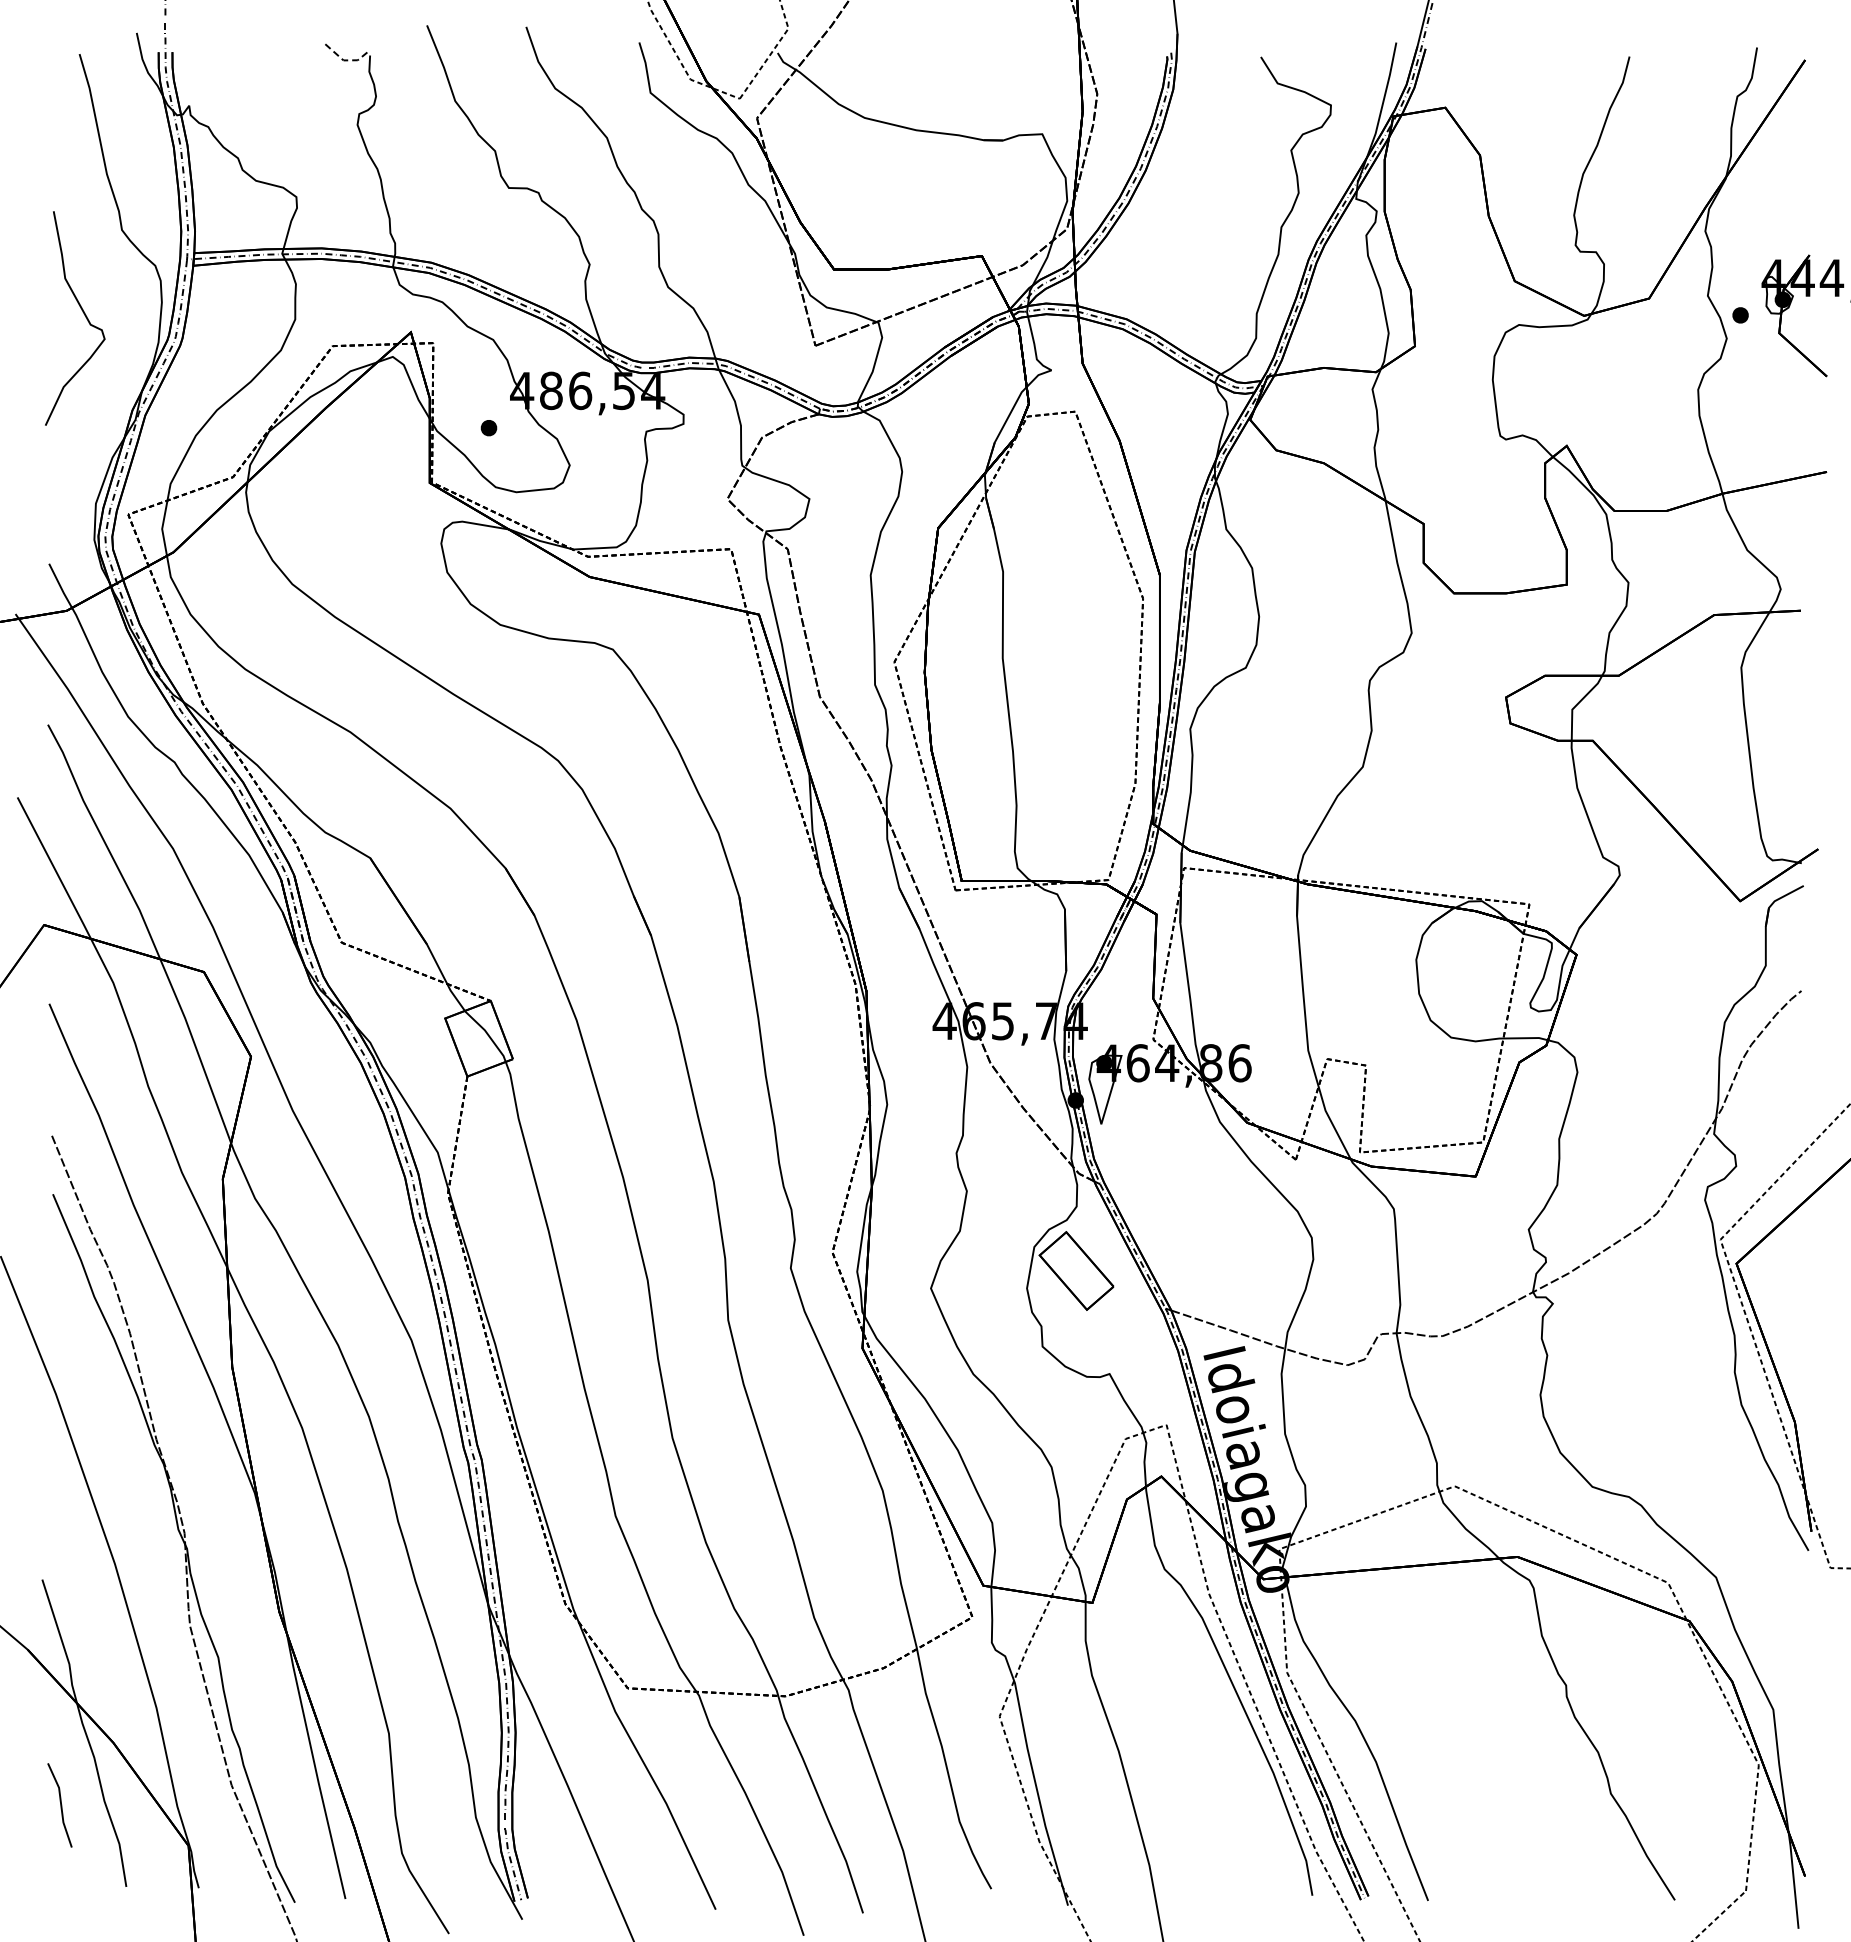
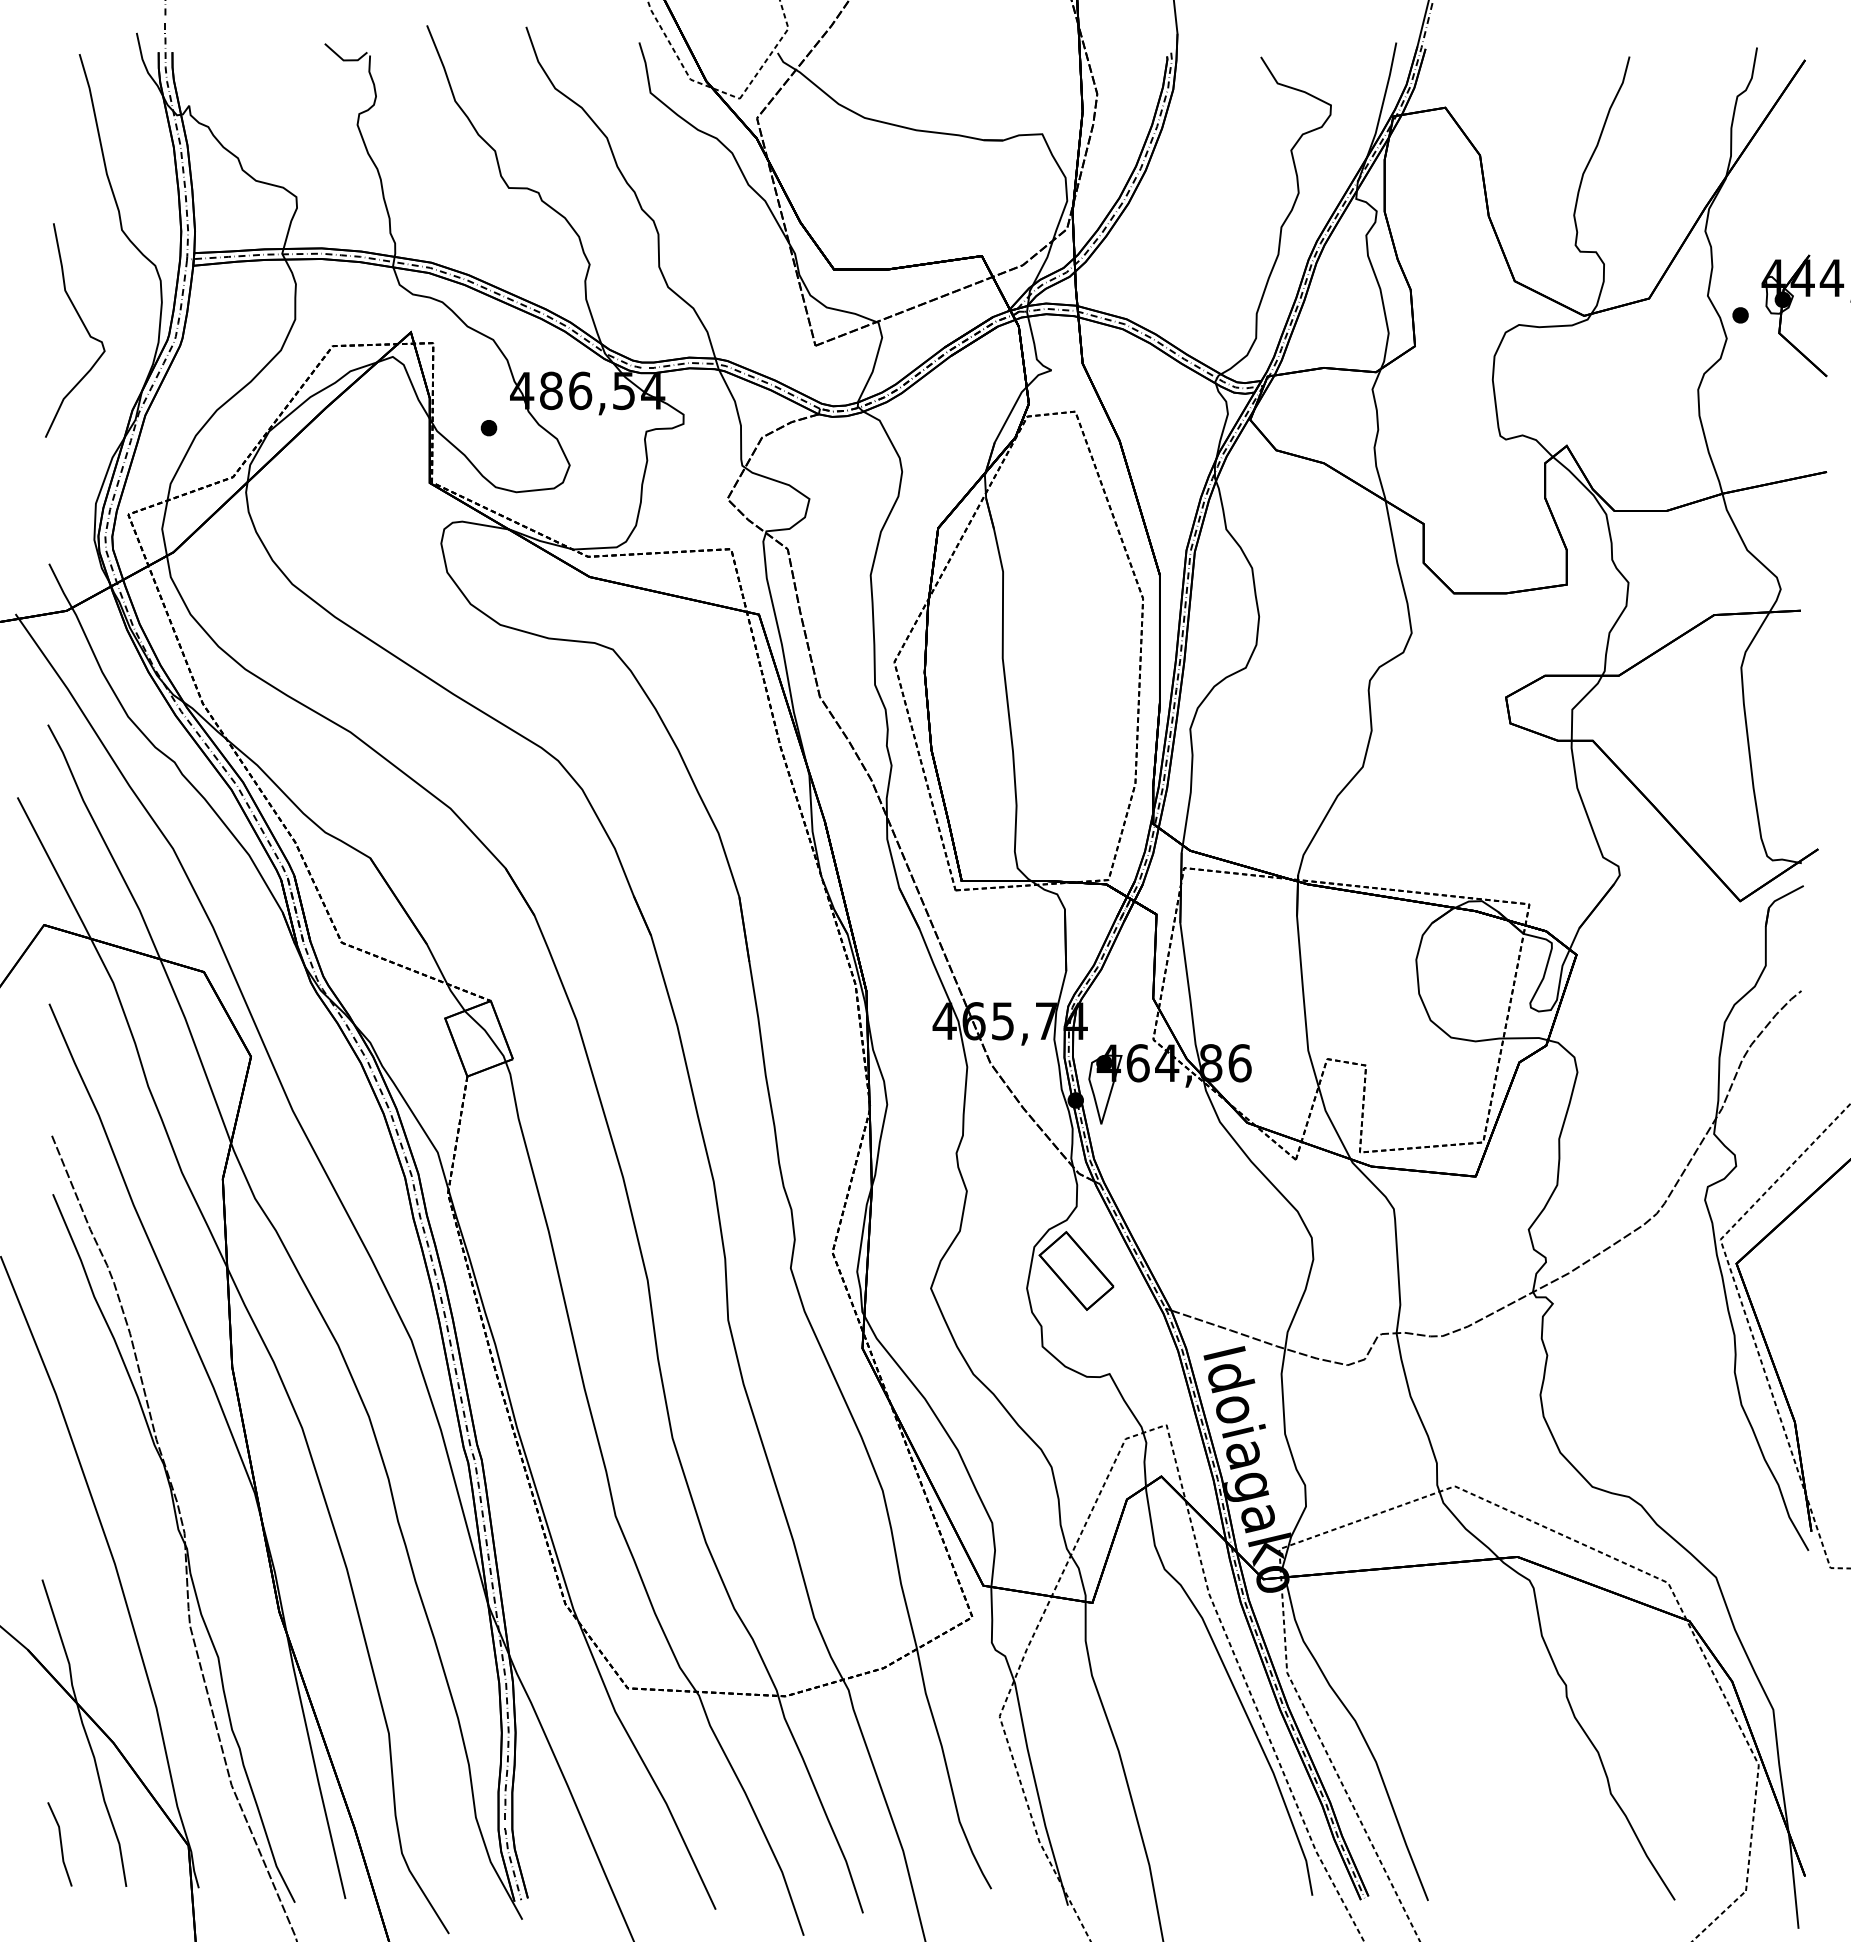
line at (344, 60): dashed -> solid
curve at (82, 312) position: (82, 312) -> (82, 324)
line at (60, 1805) position: (60, 1805) -> (60, 1844)
